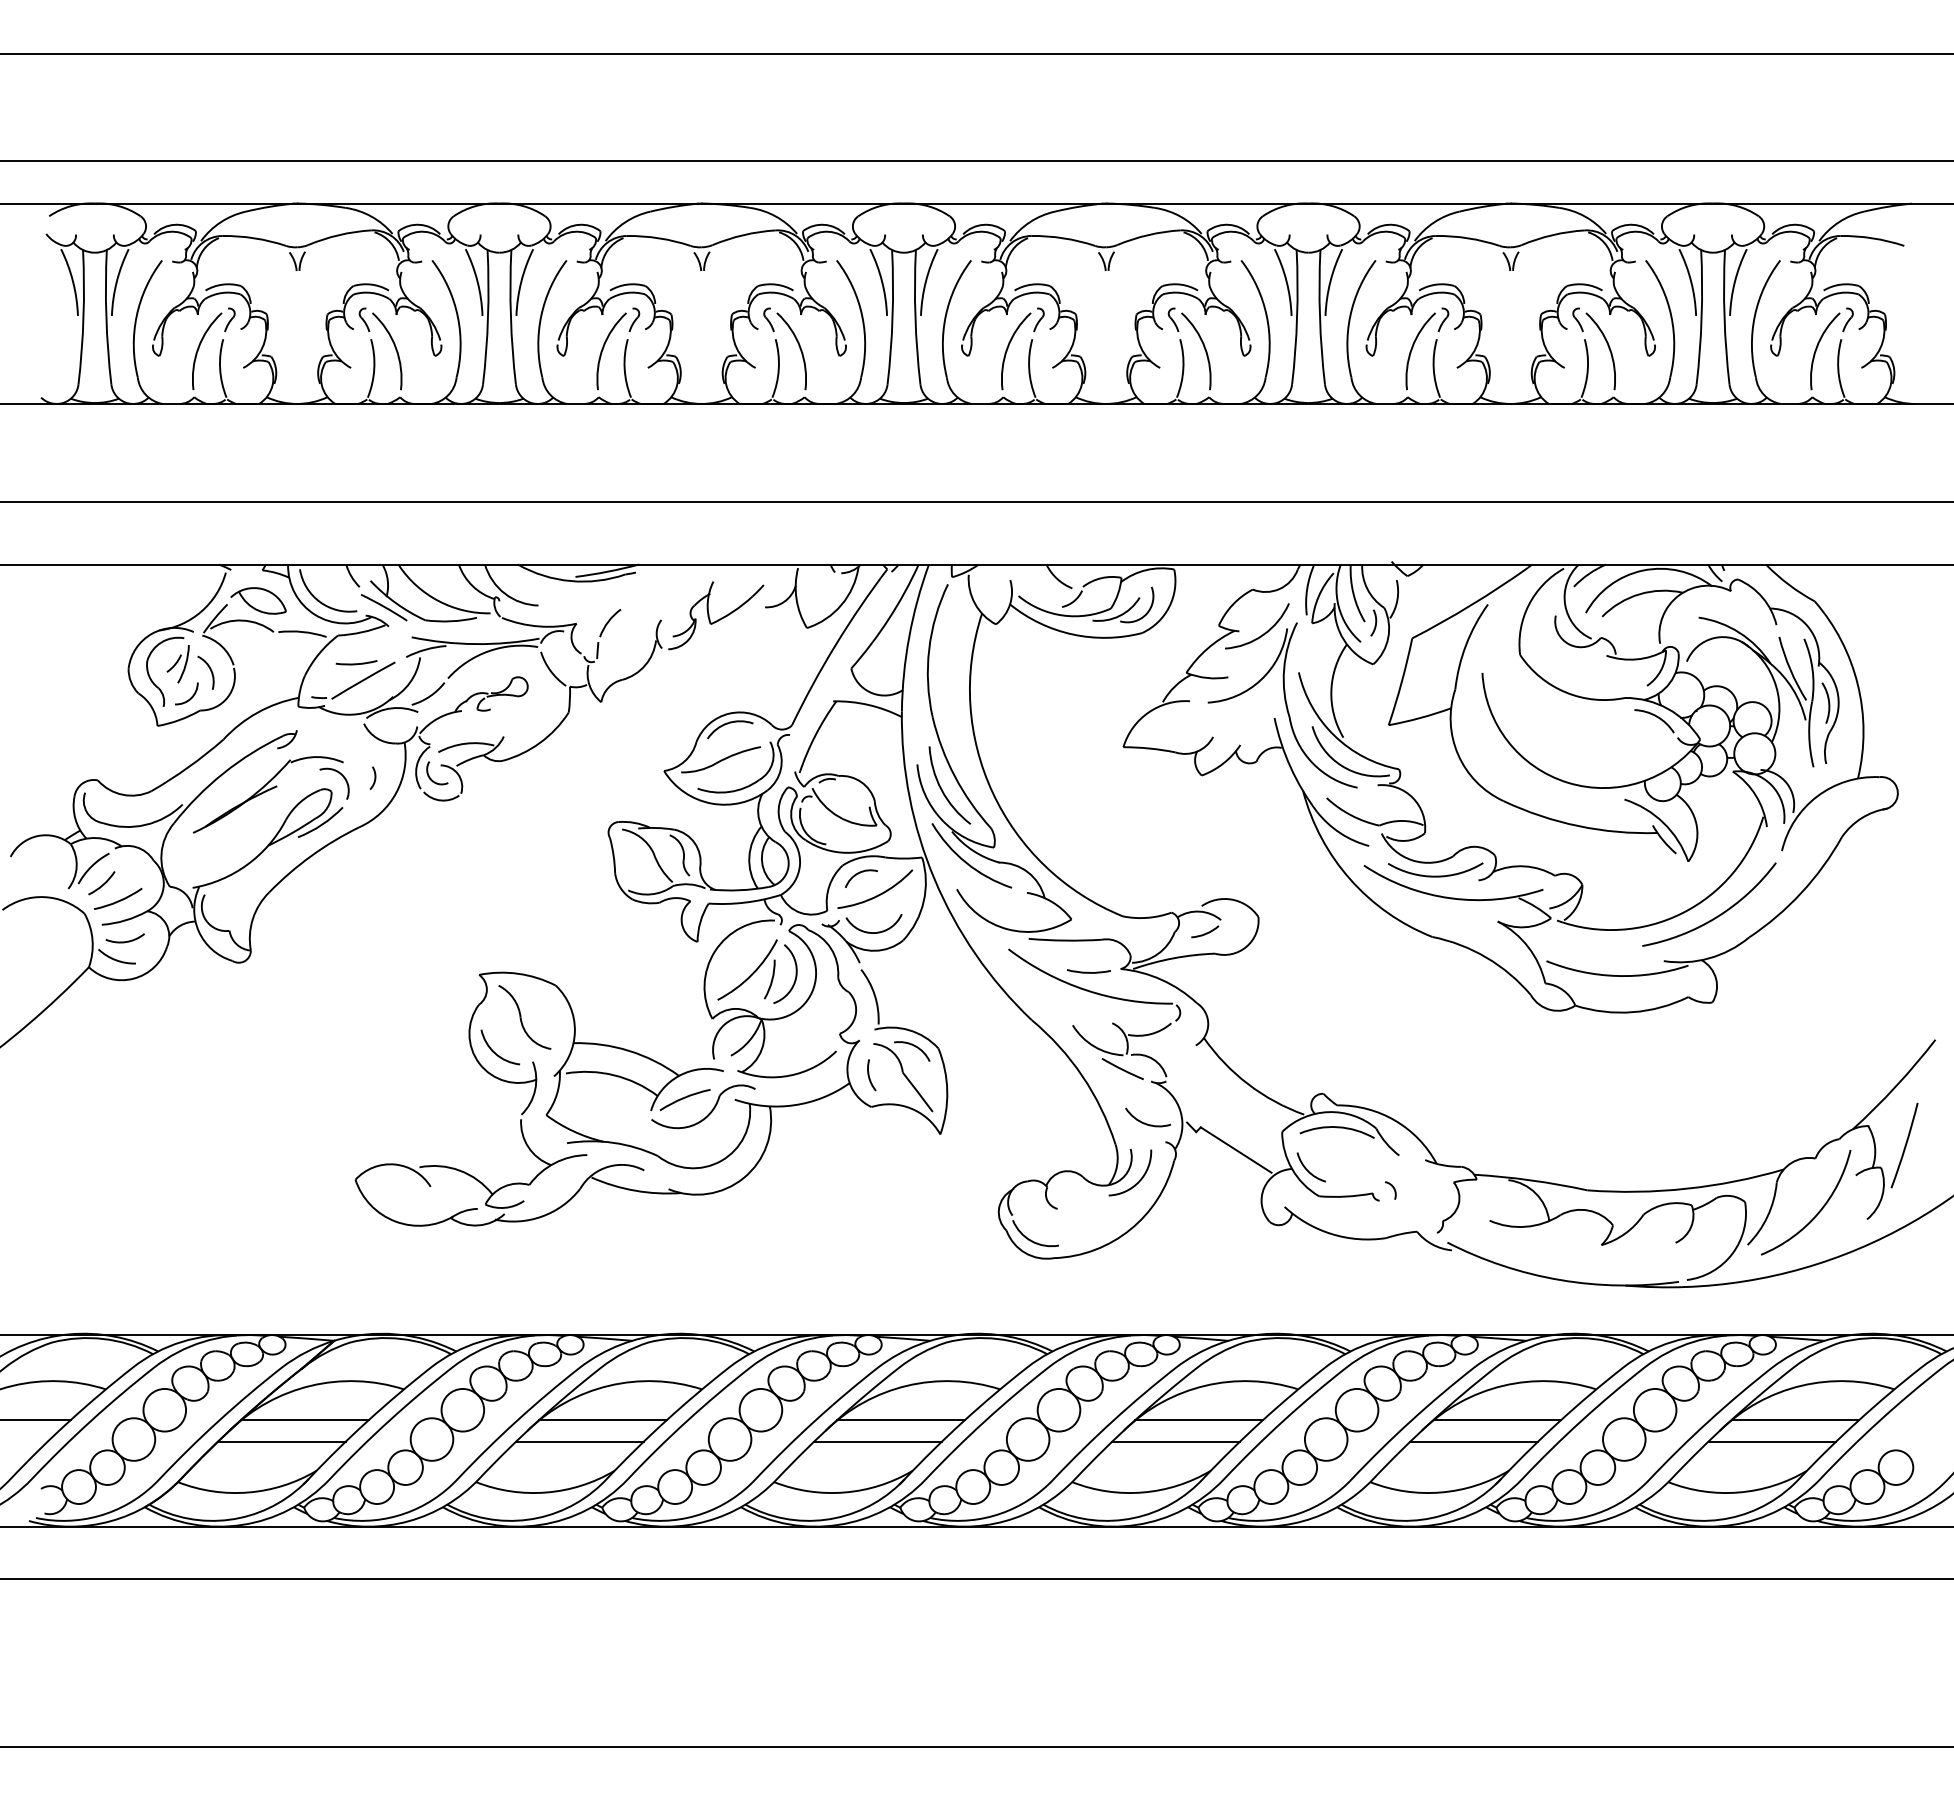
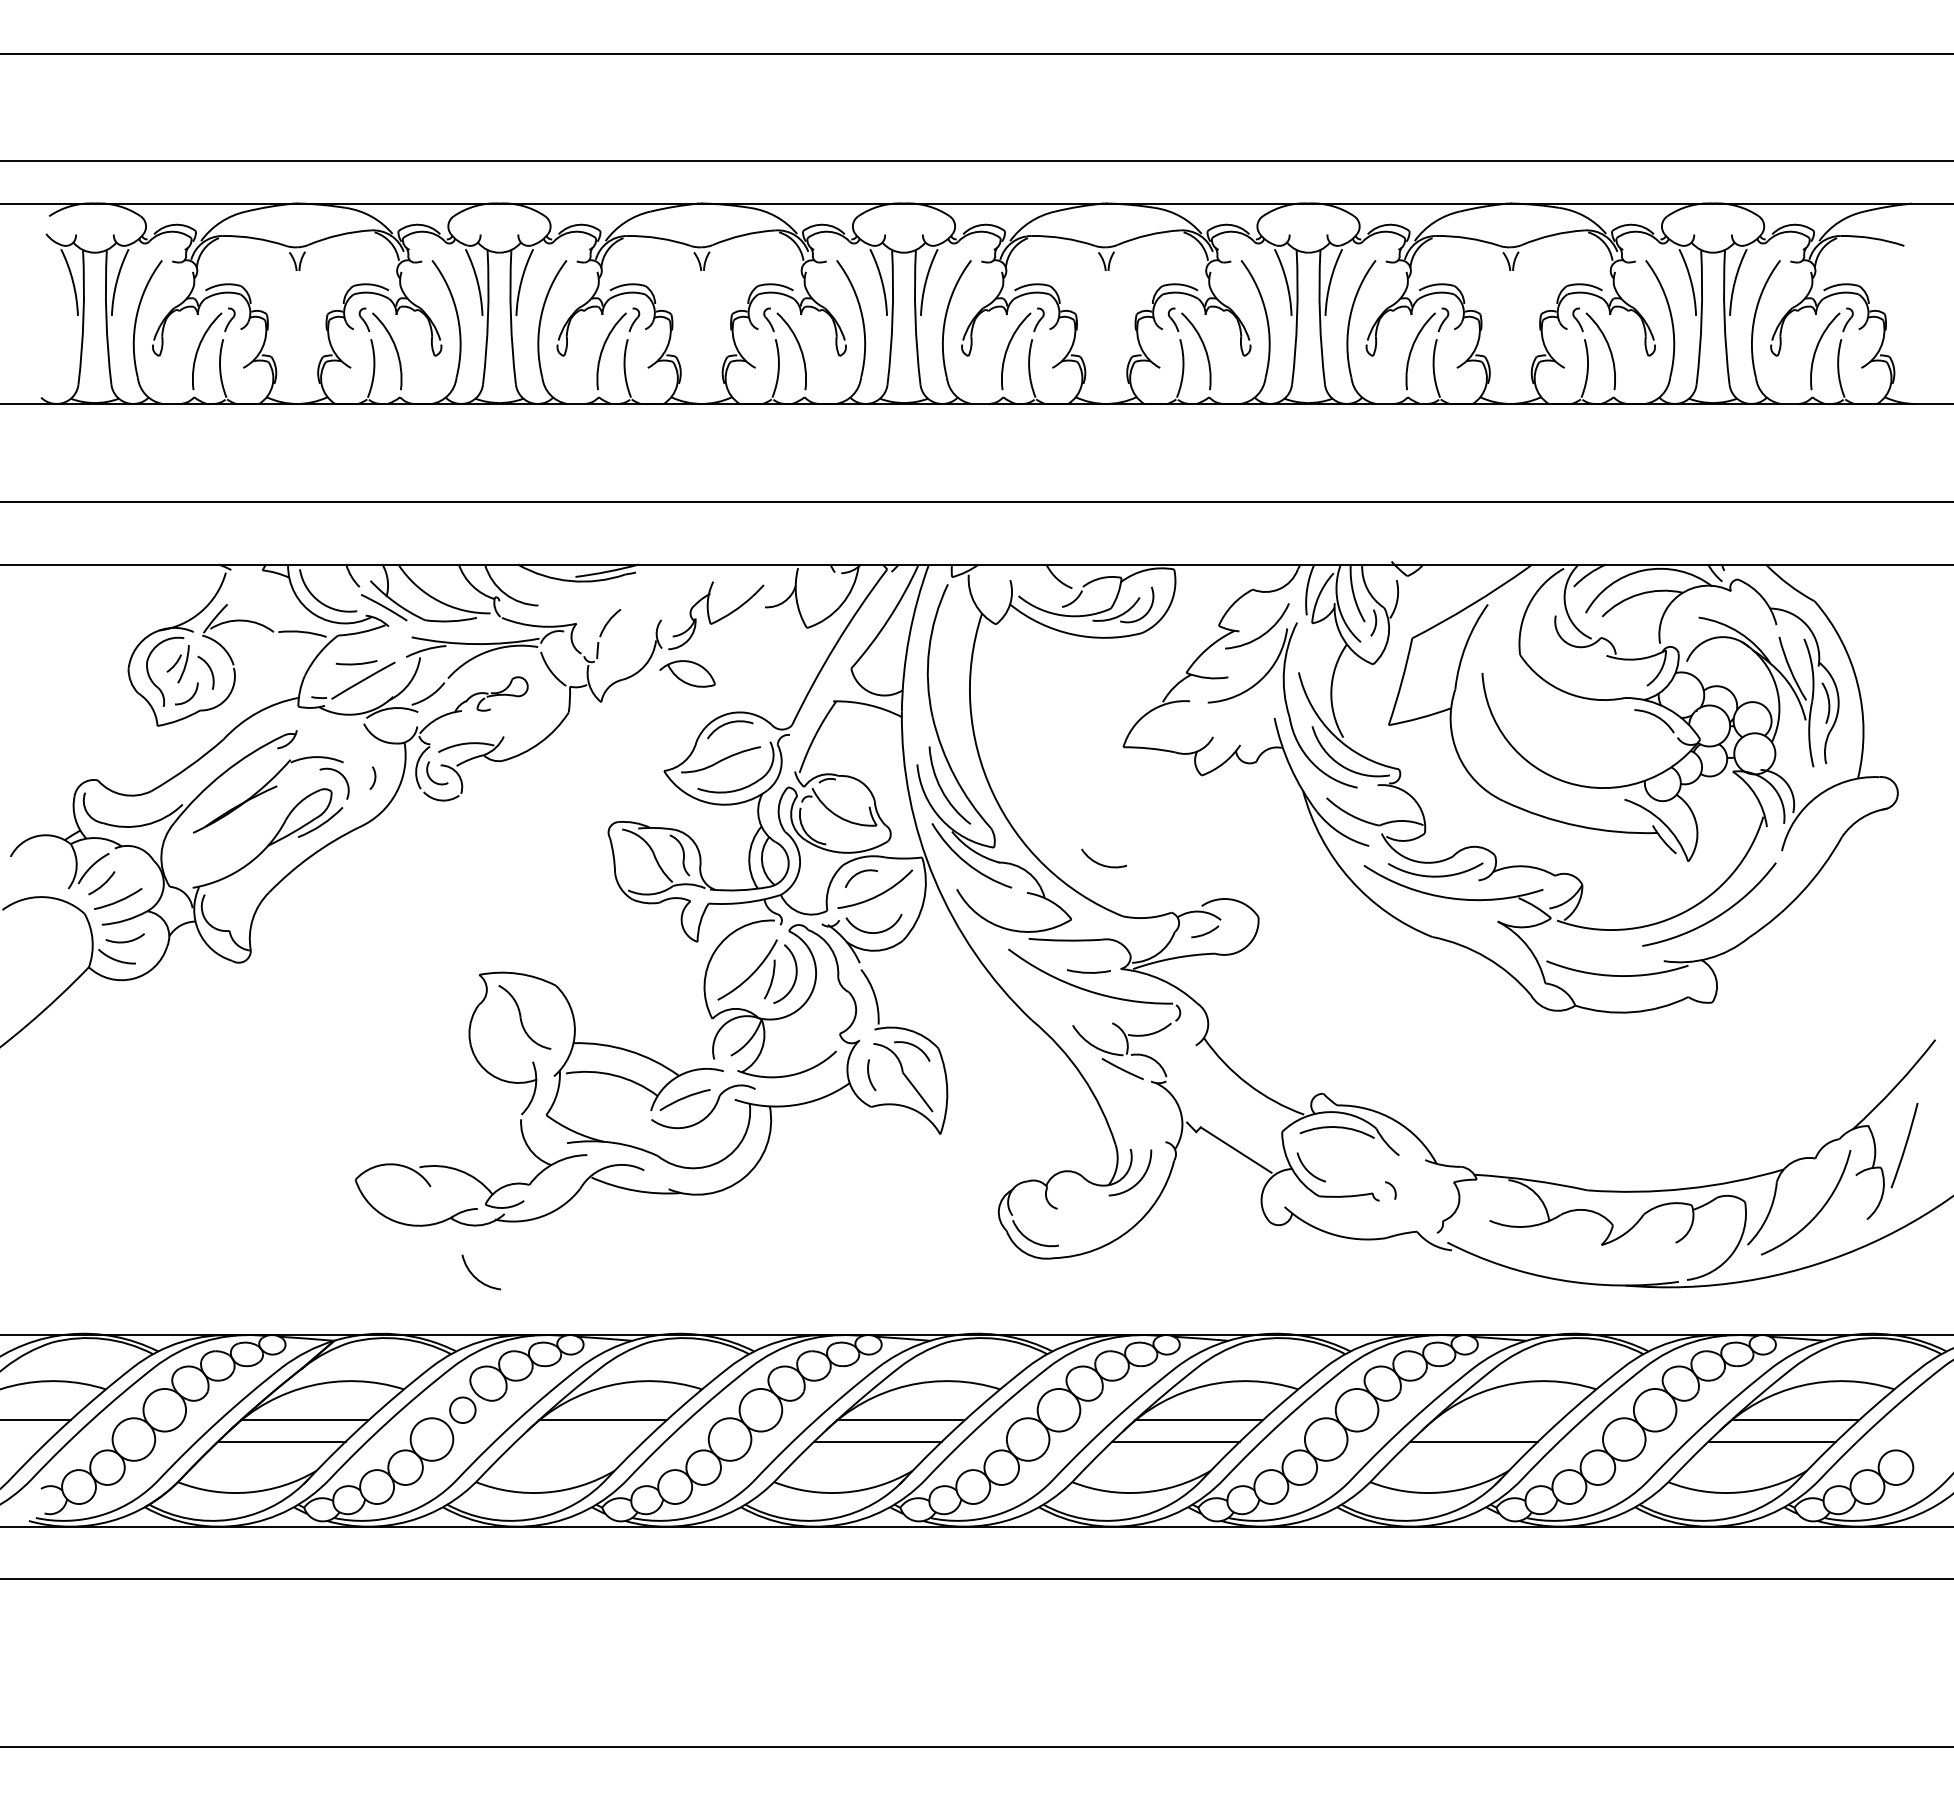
part at (258, 600) position: (258, 600) -> (687, 673)
arc at (495, 1052) position: (495, 1052) -> (476, 1277)
arc at (1147, 1123) position: (1147, 1123) -> (1103, 864)
circle at (462, 1409) diameter: 43 px -> 26 px
line at (1496, 1420): present -> none
line at (579, 1441): present -> none
